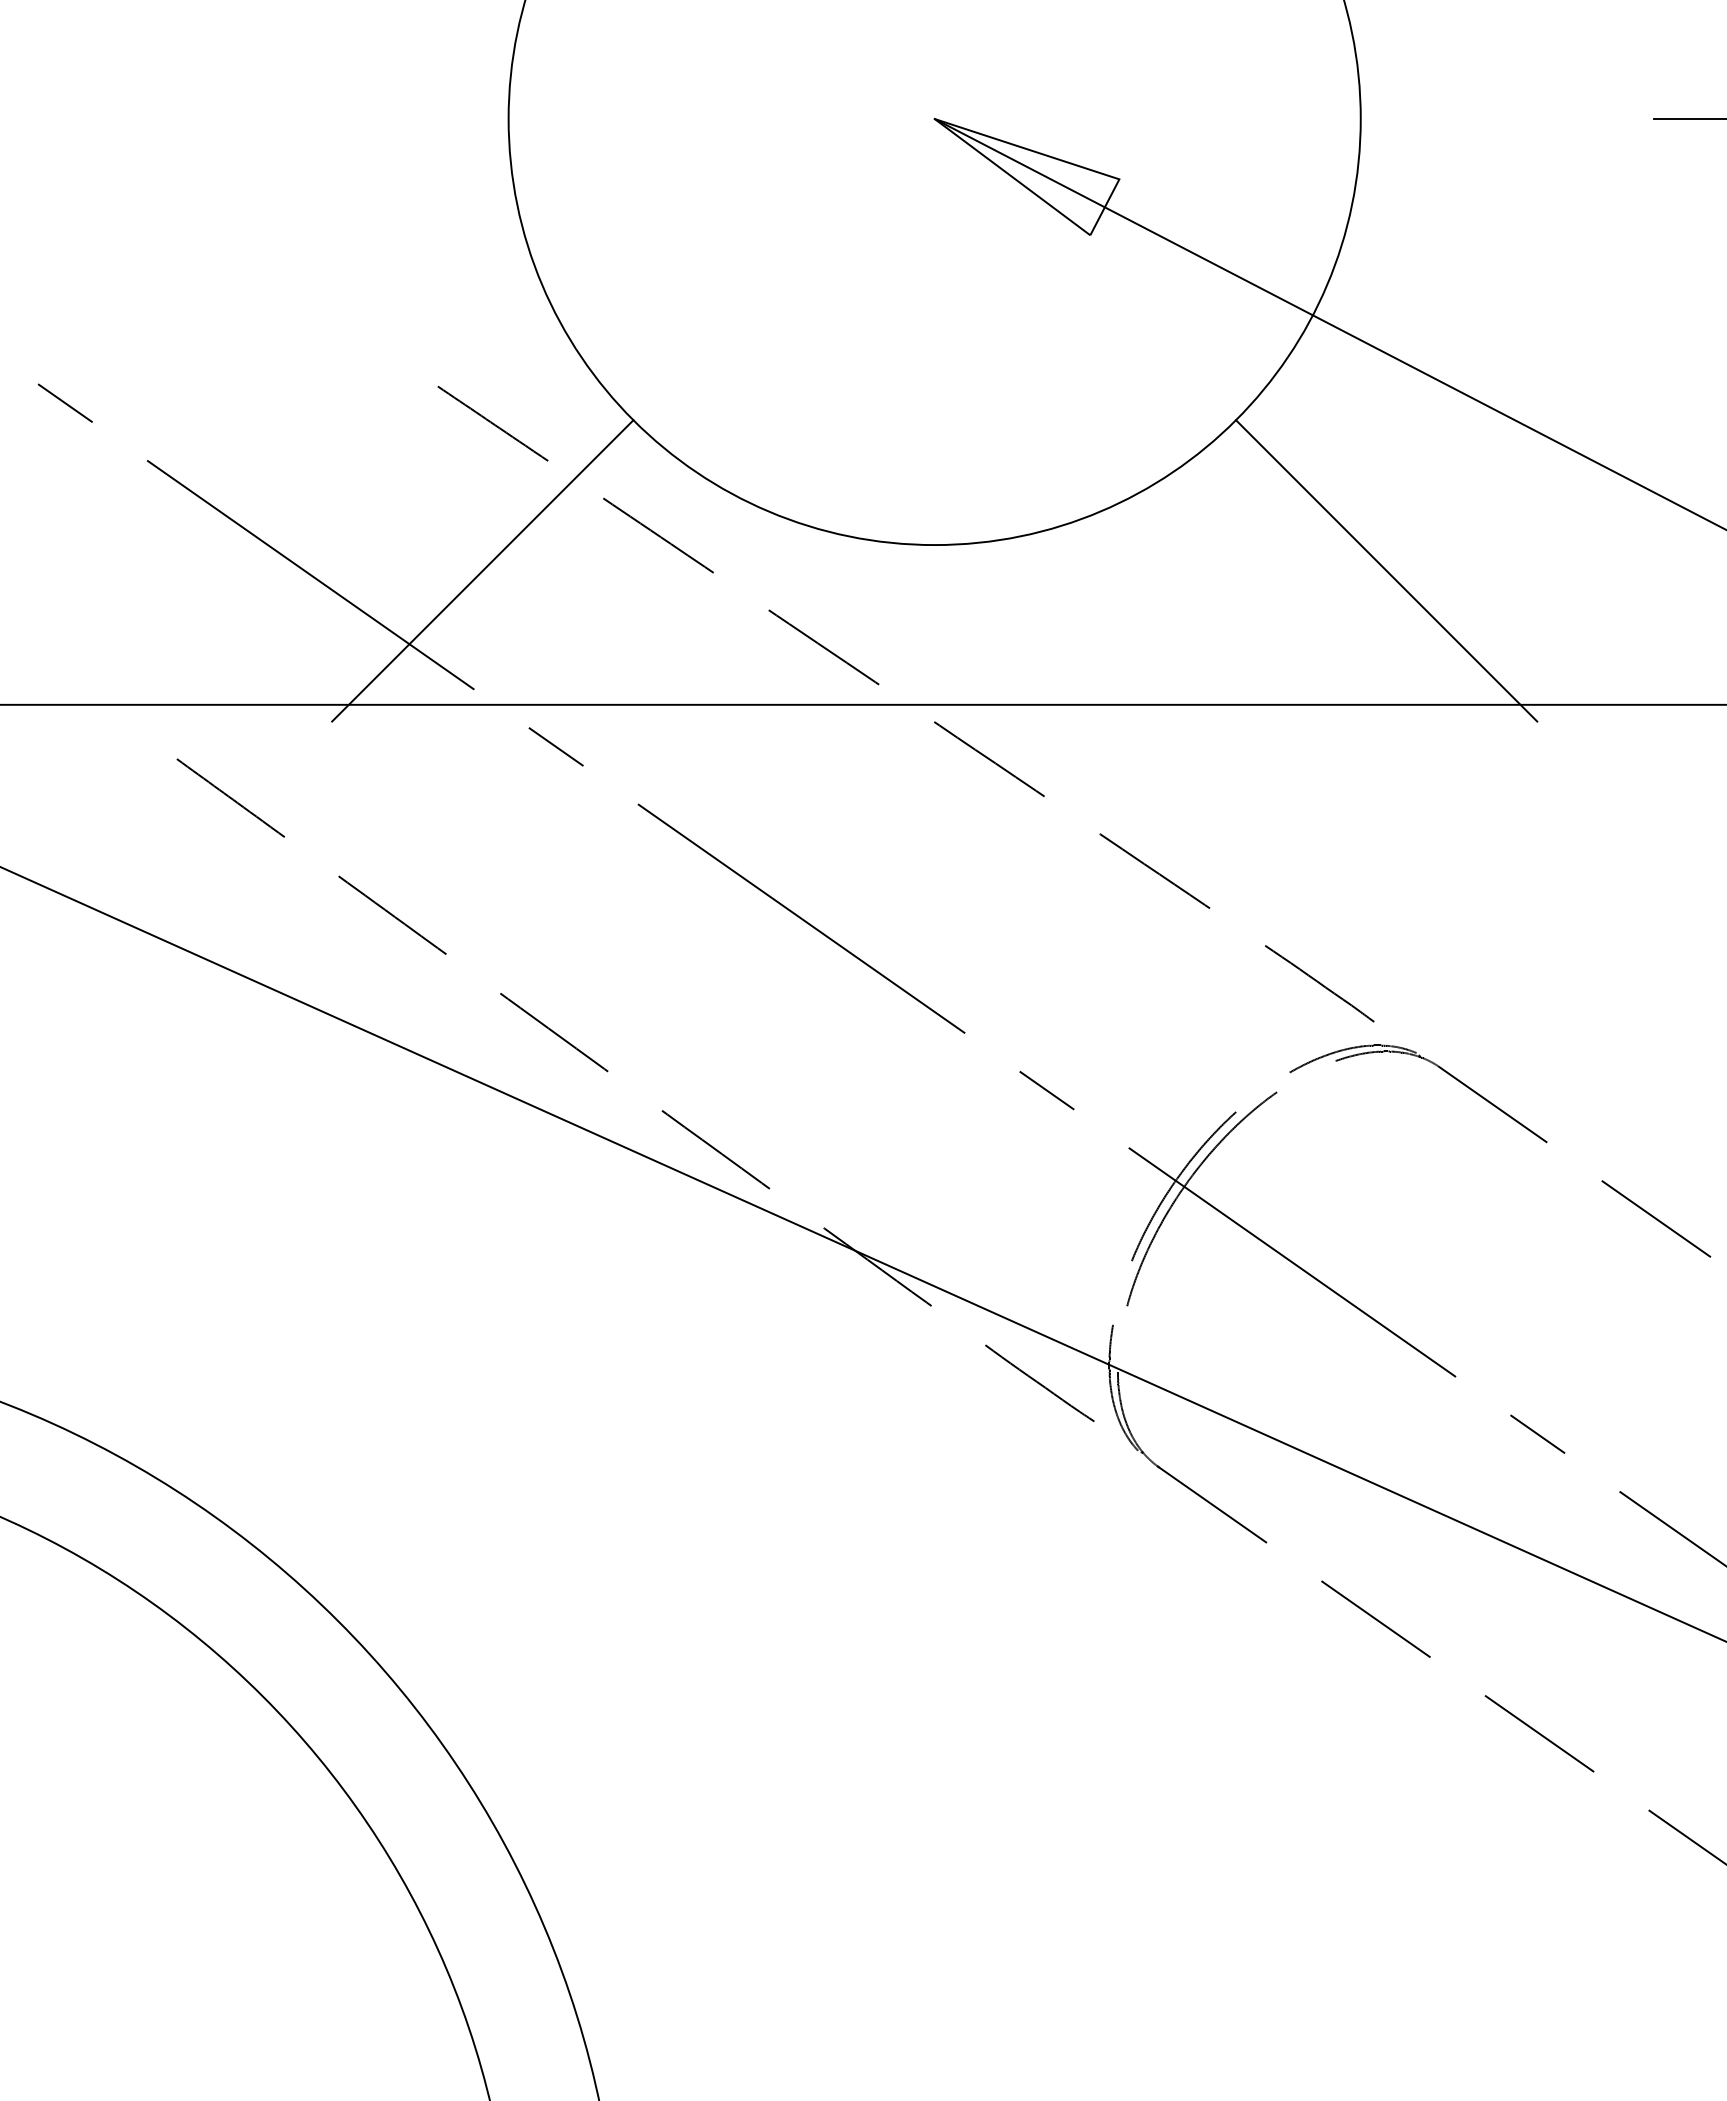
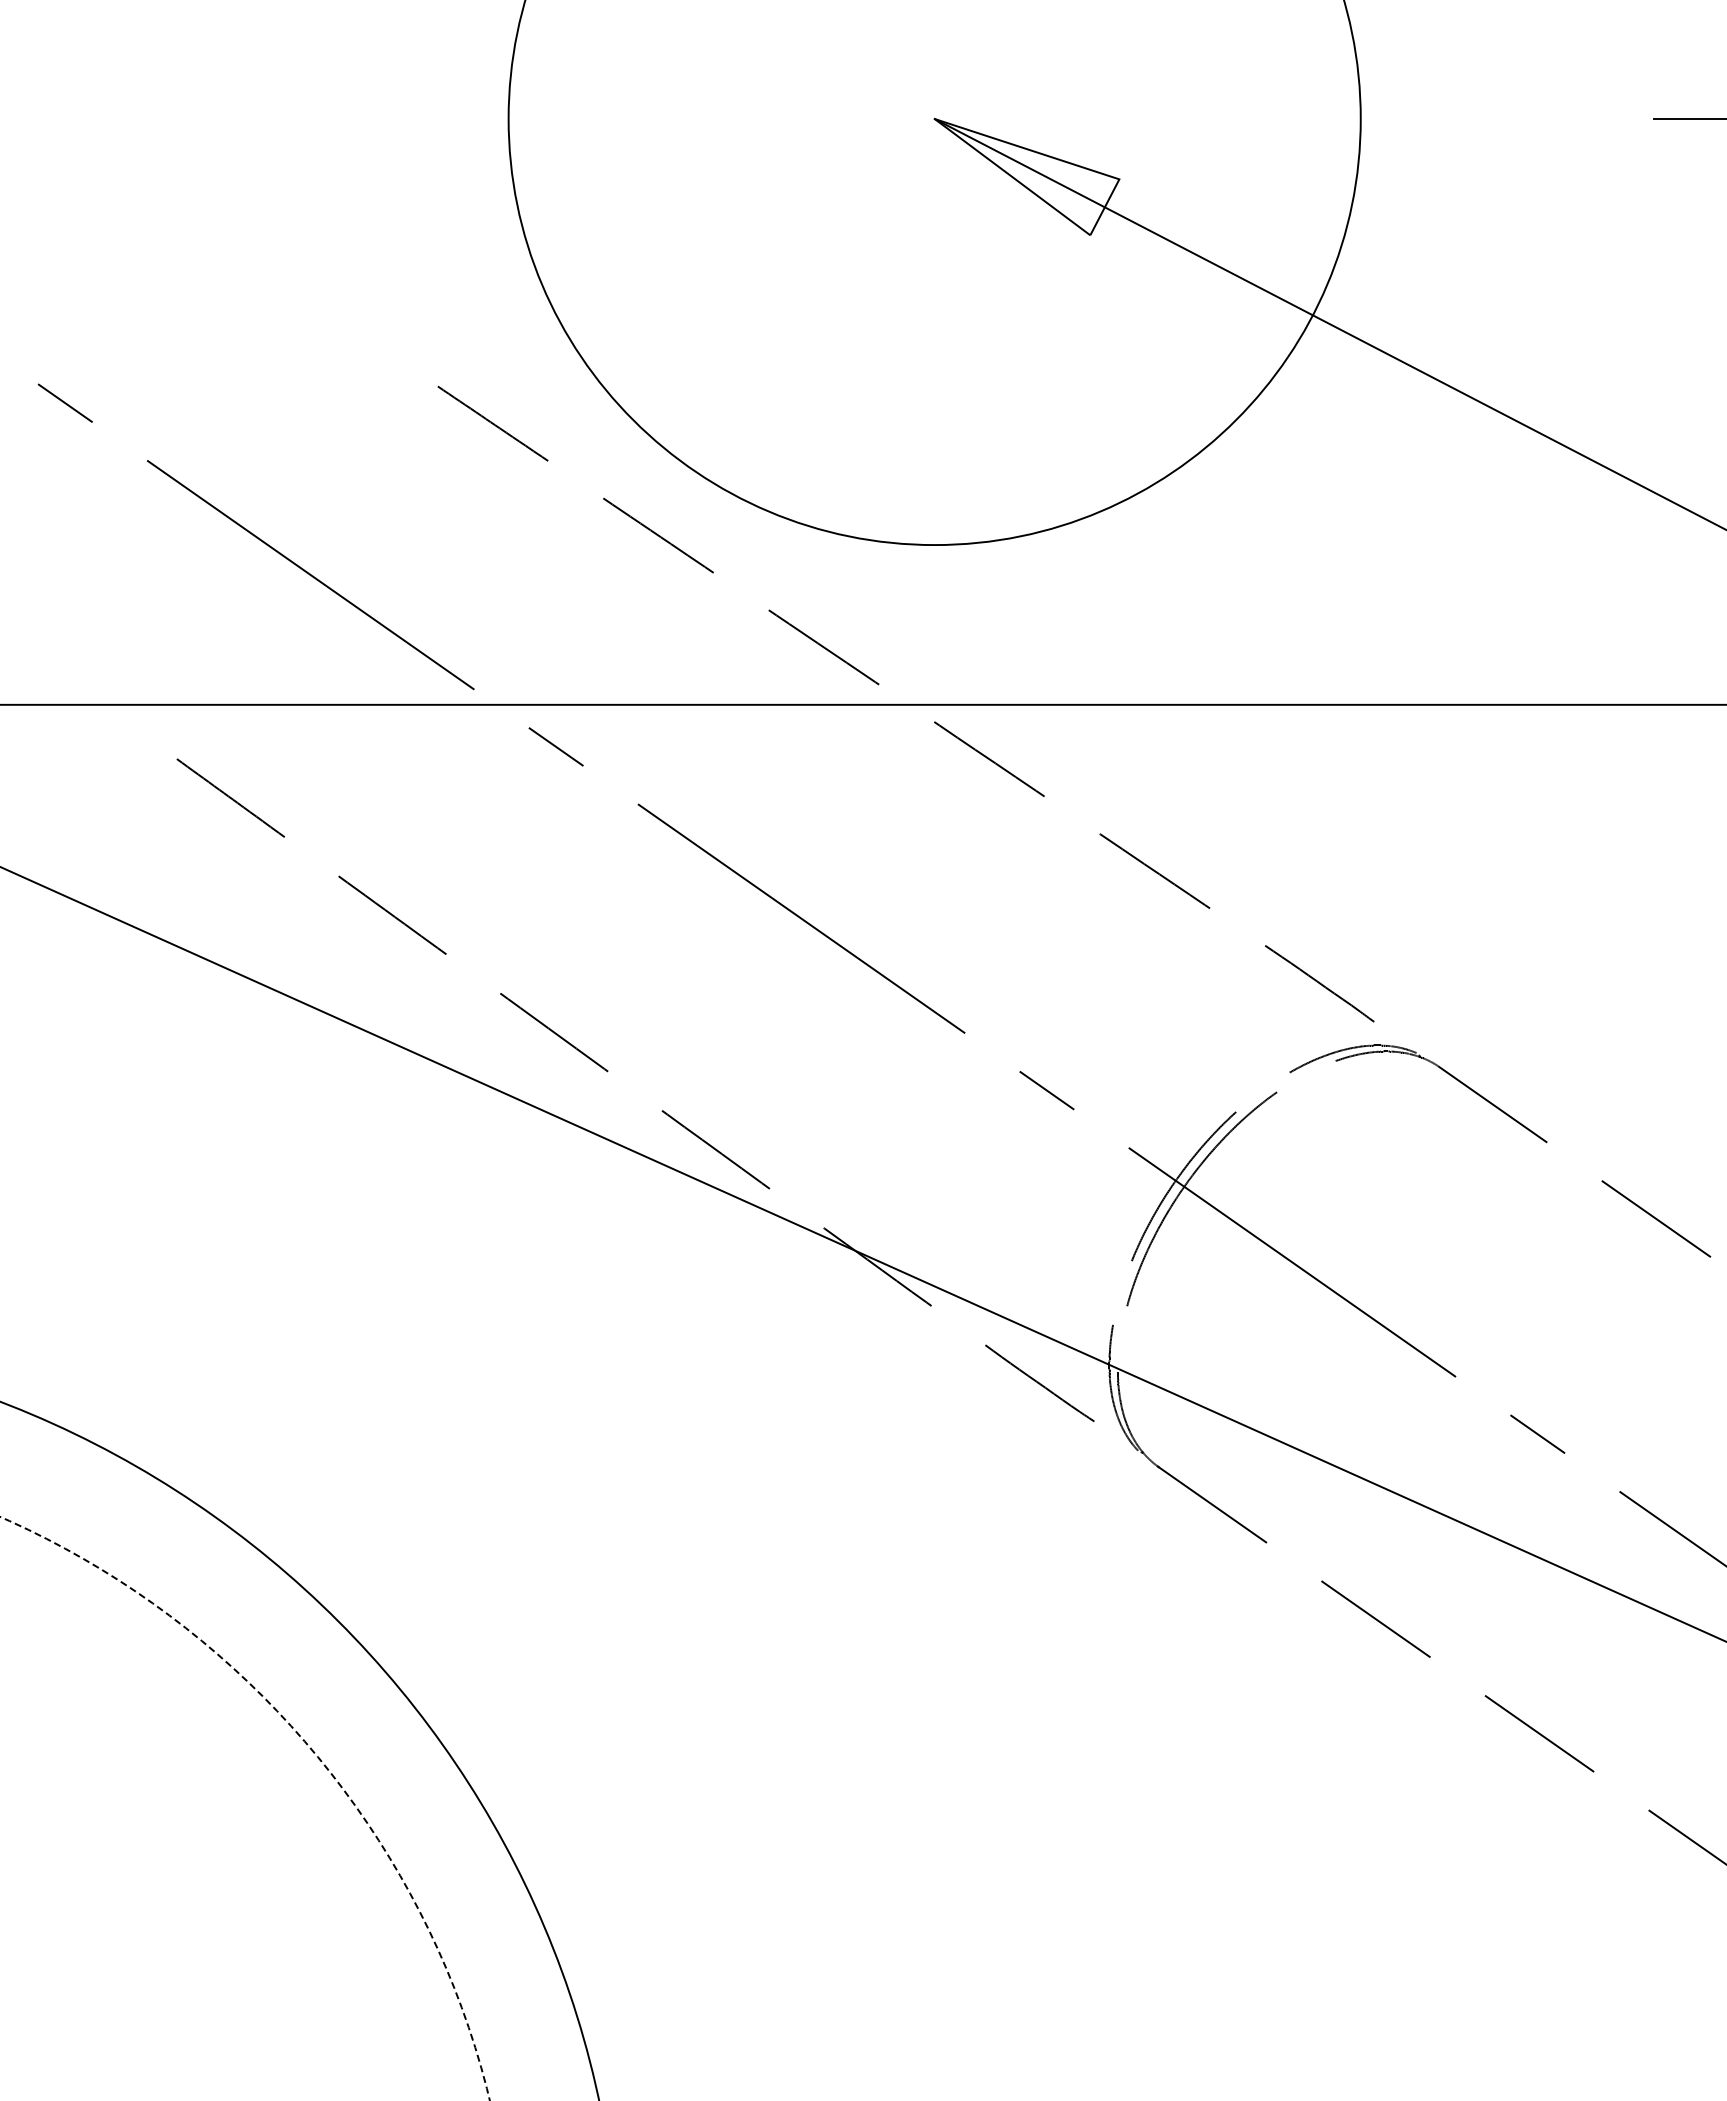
line at (482, 570): present -> none
line at (1386, 570): present -> none
circle at (244, 1808): solid -> dashed
